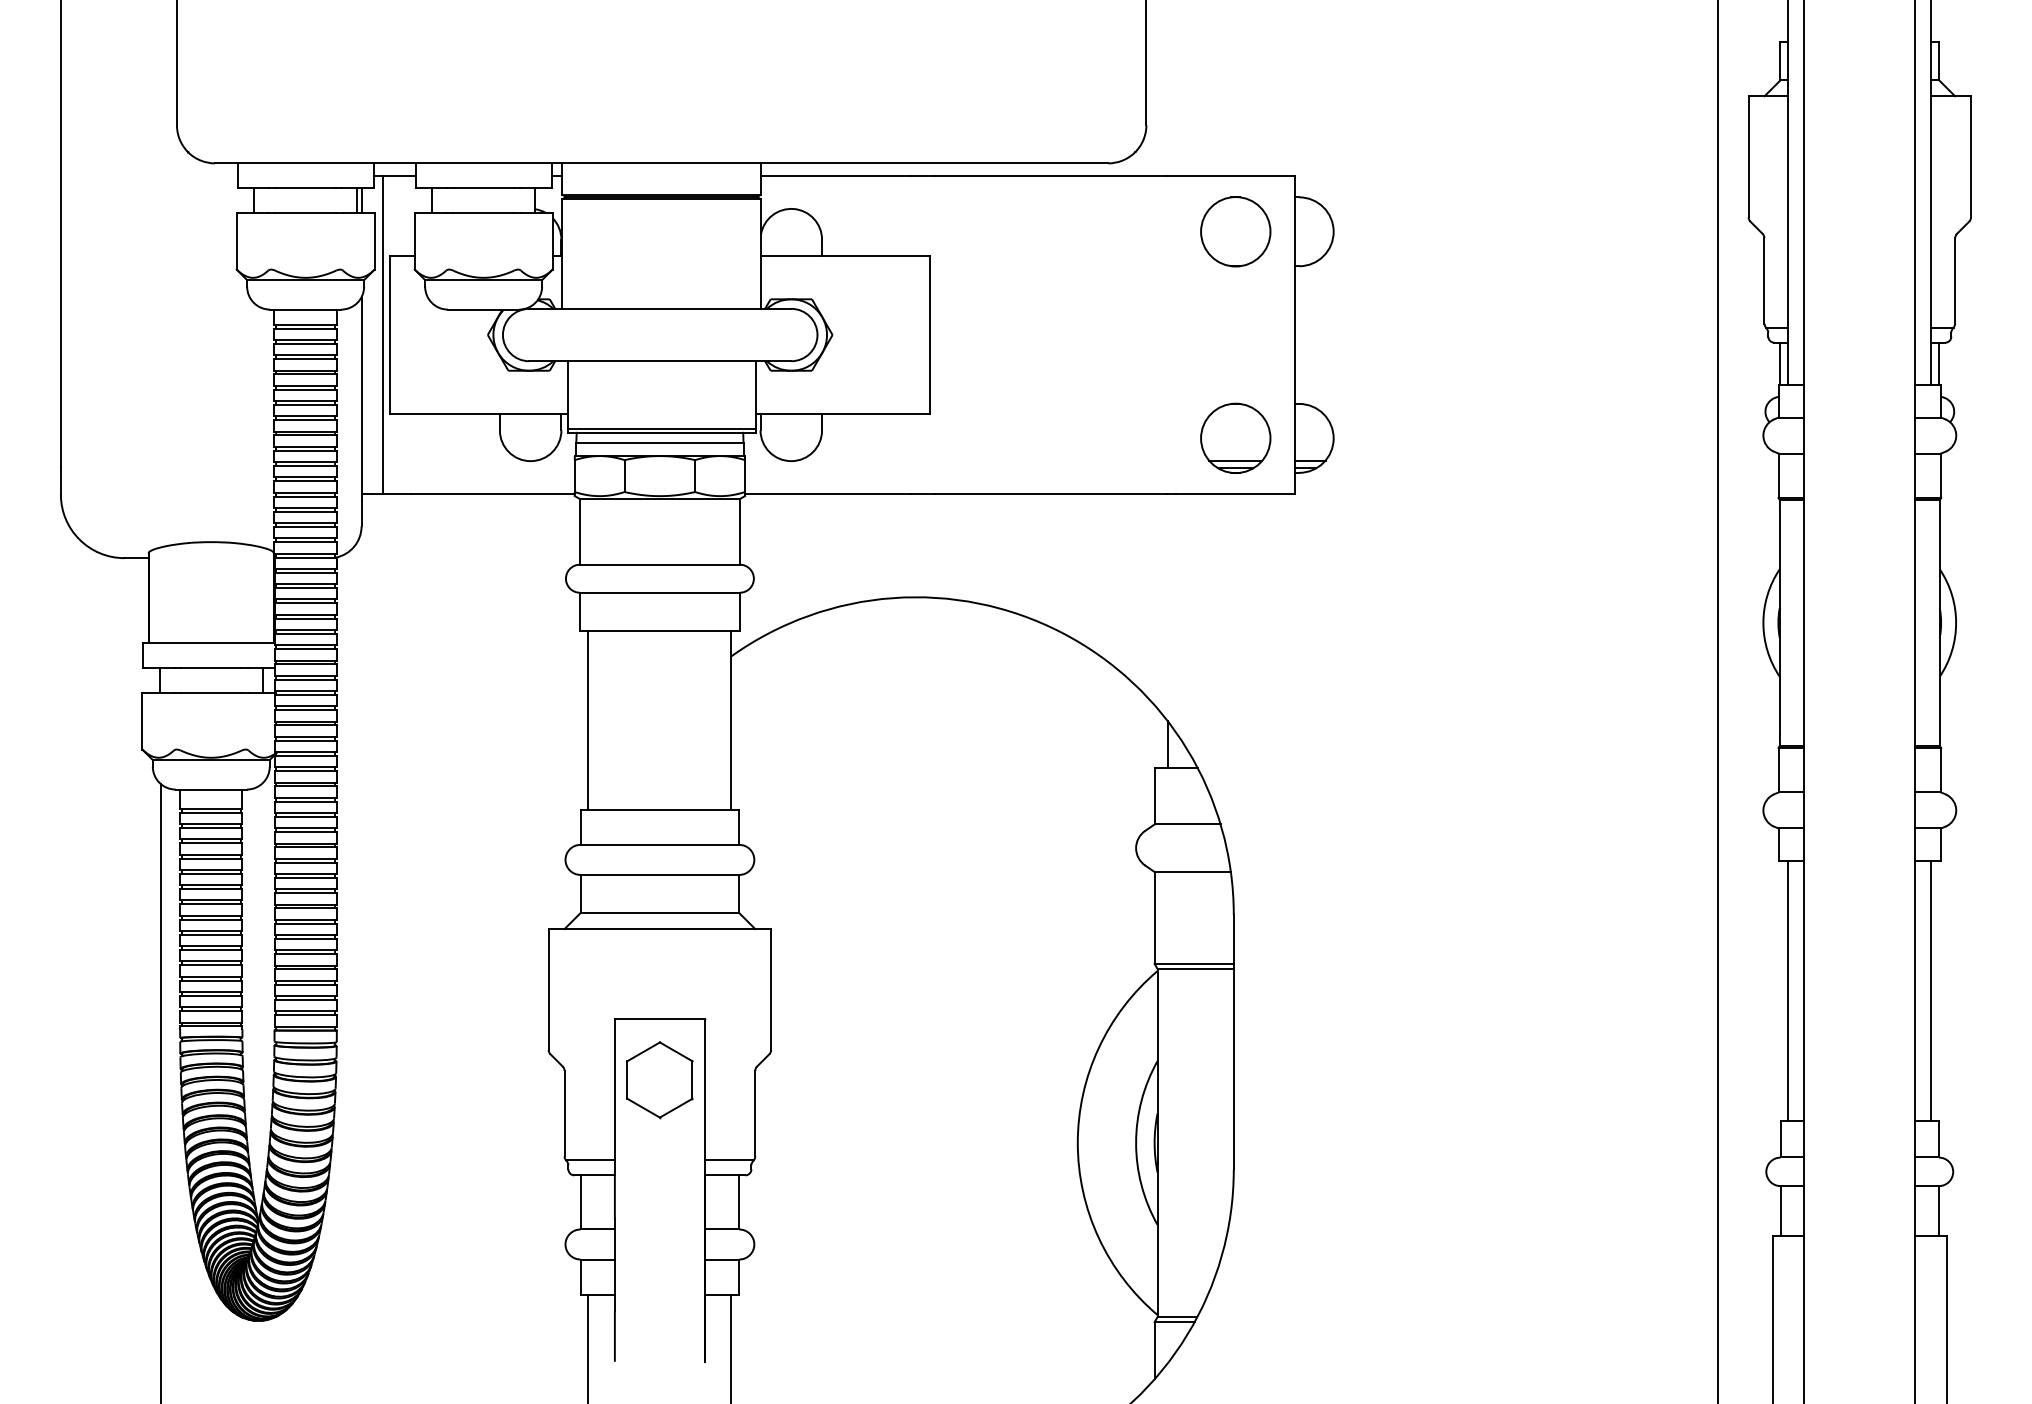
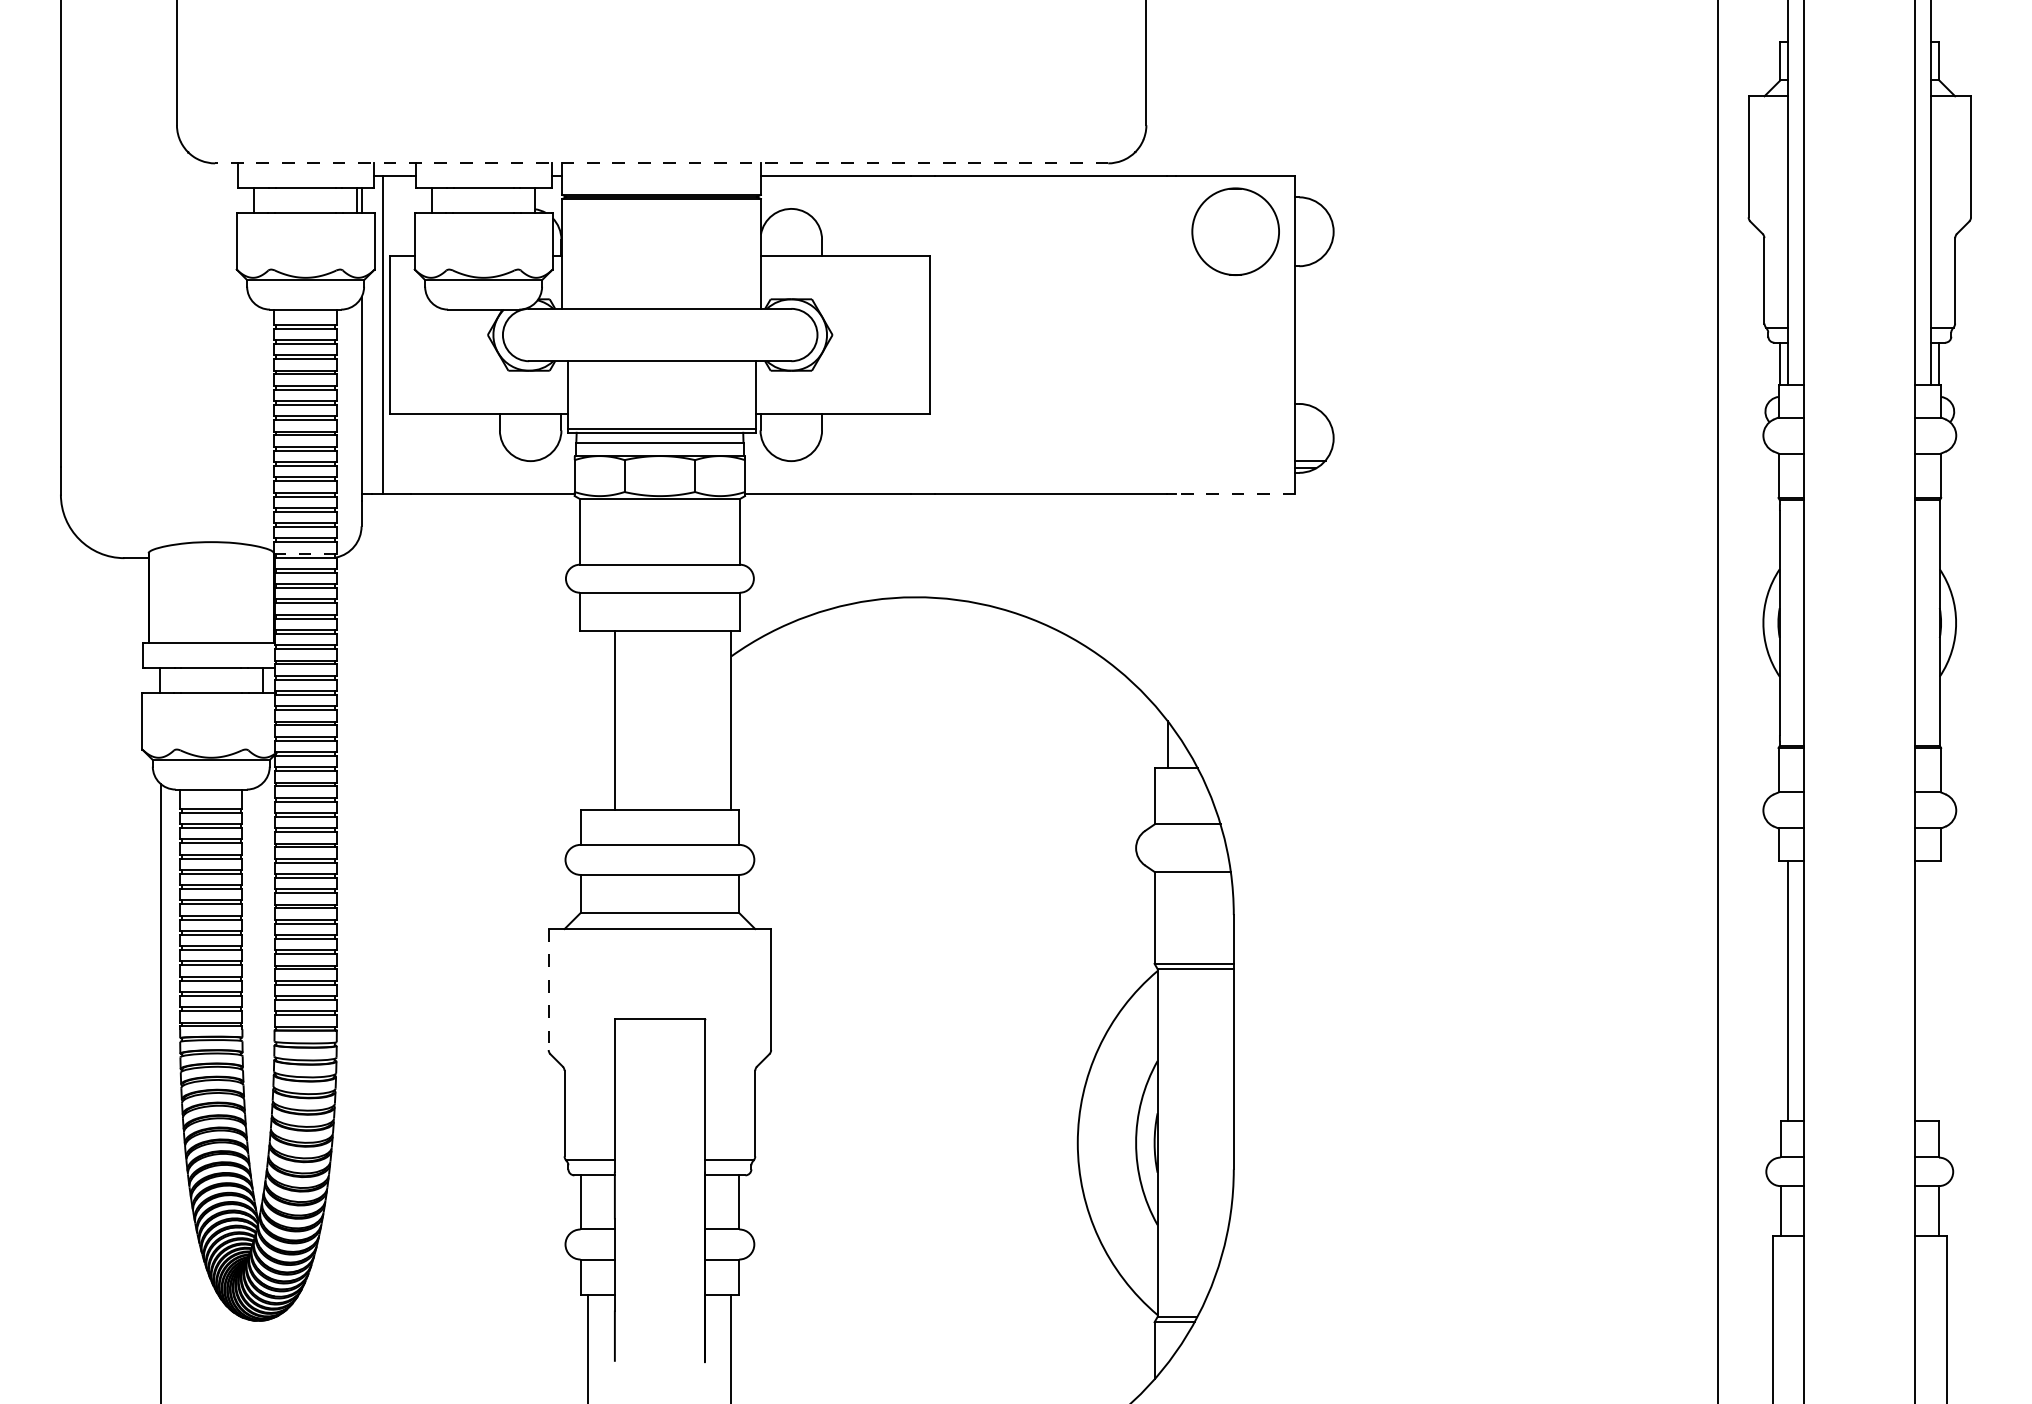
line at (661, 163): solid -> dashed
circle at (1235, 231) size: 72x72 px -> 89x89 px
part at (1235, 437): present -> none
line at (1235, 493): solid -> dashed
line at (305, 553): solid -> dashed
line at (588, 720) position: (588, 720) -> (615, 720)
line at (548, 990): solid -> dashed
line at (1931, 990): present -> none
part at (659, 1080): present -> none
